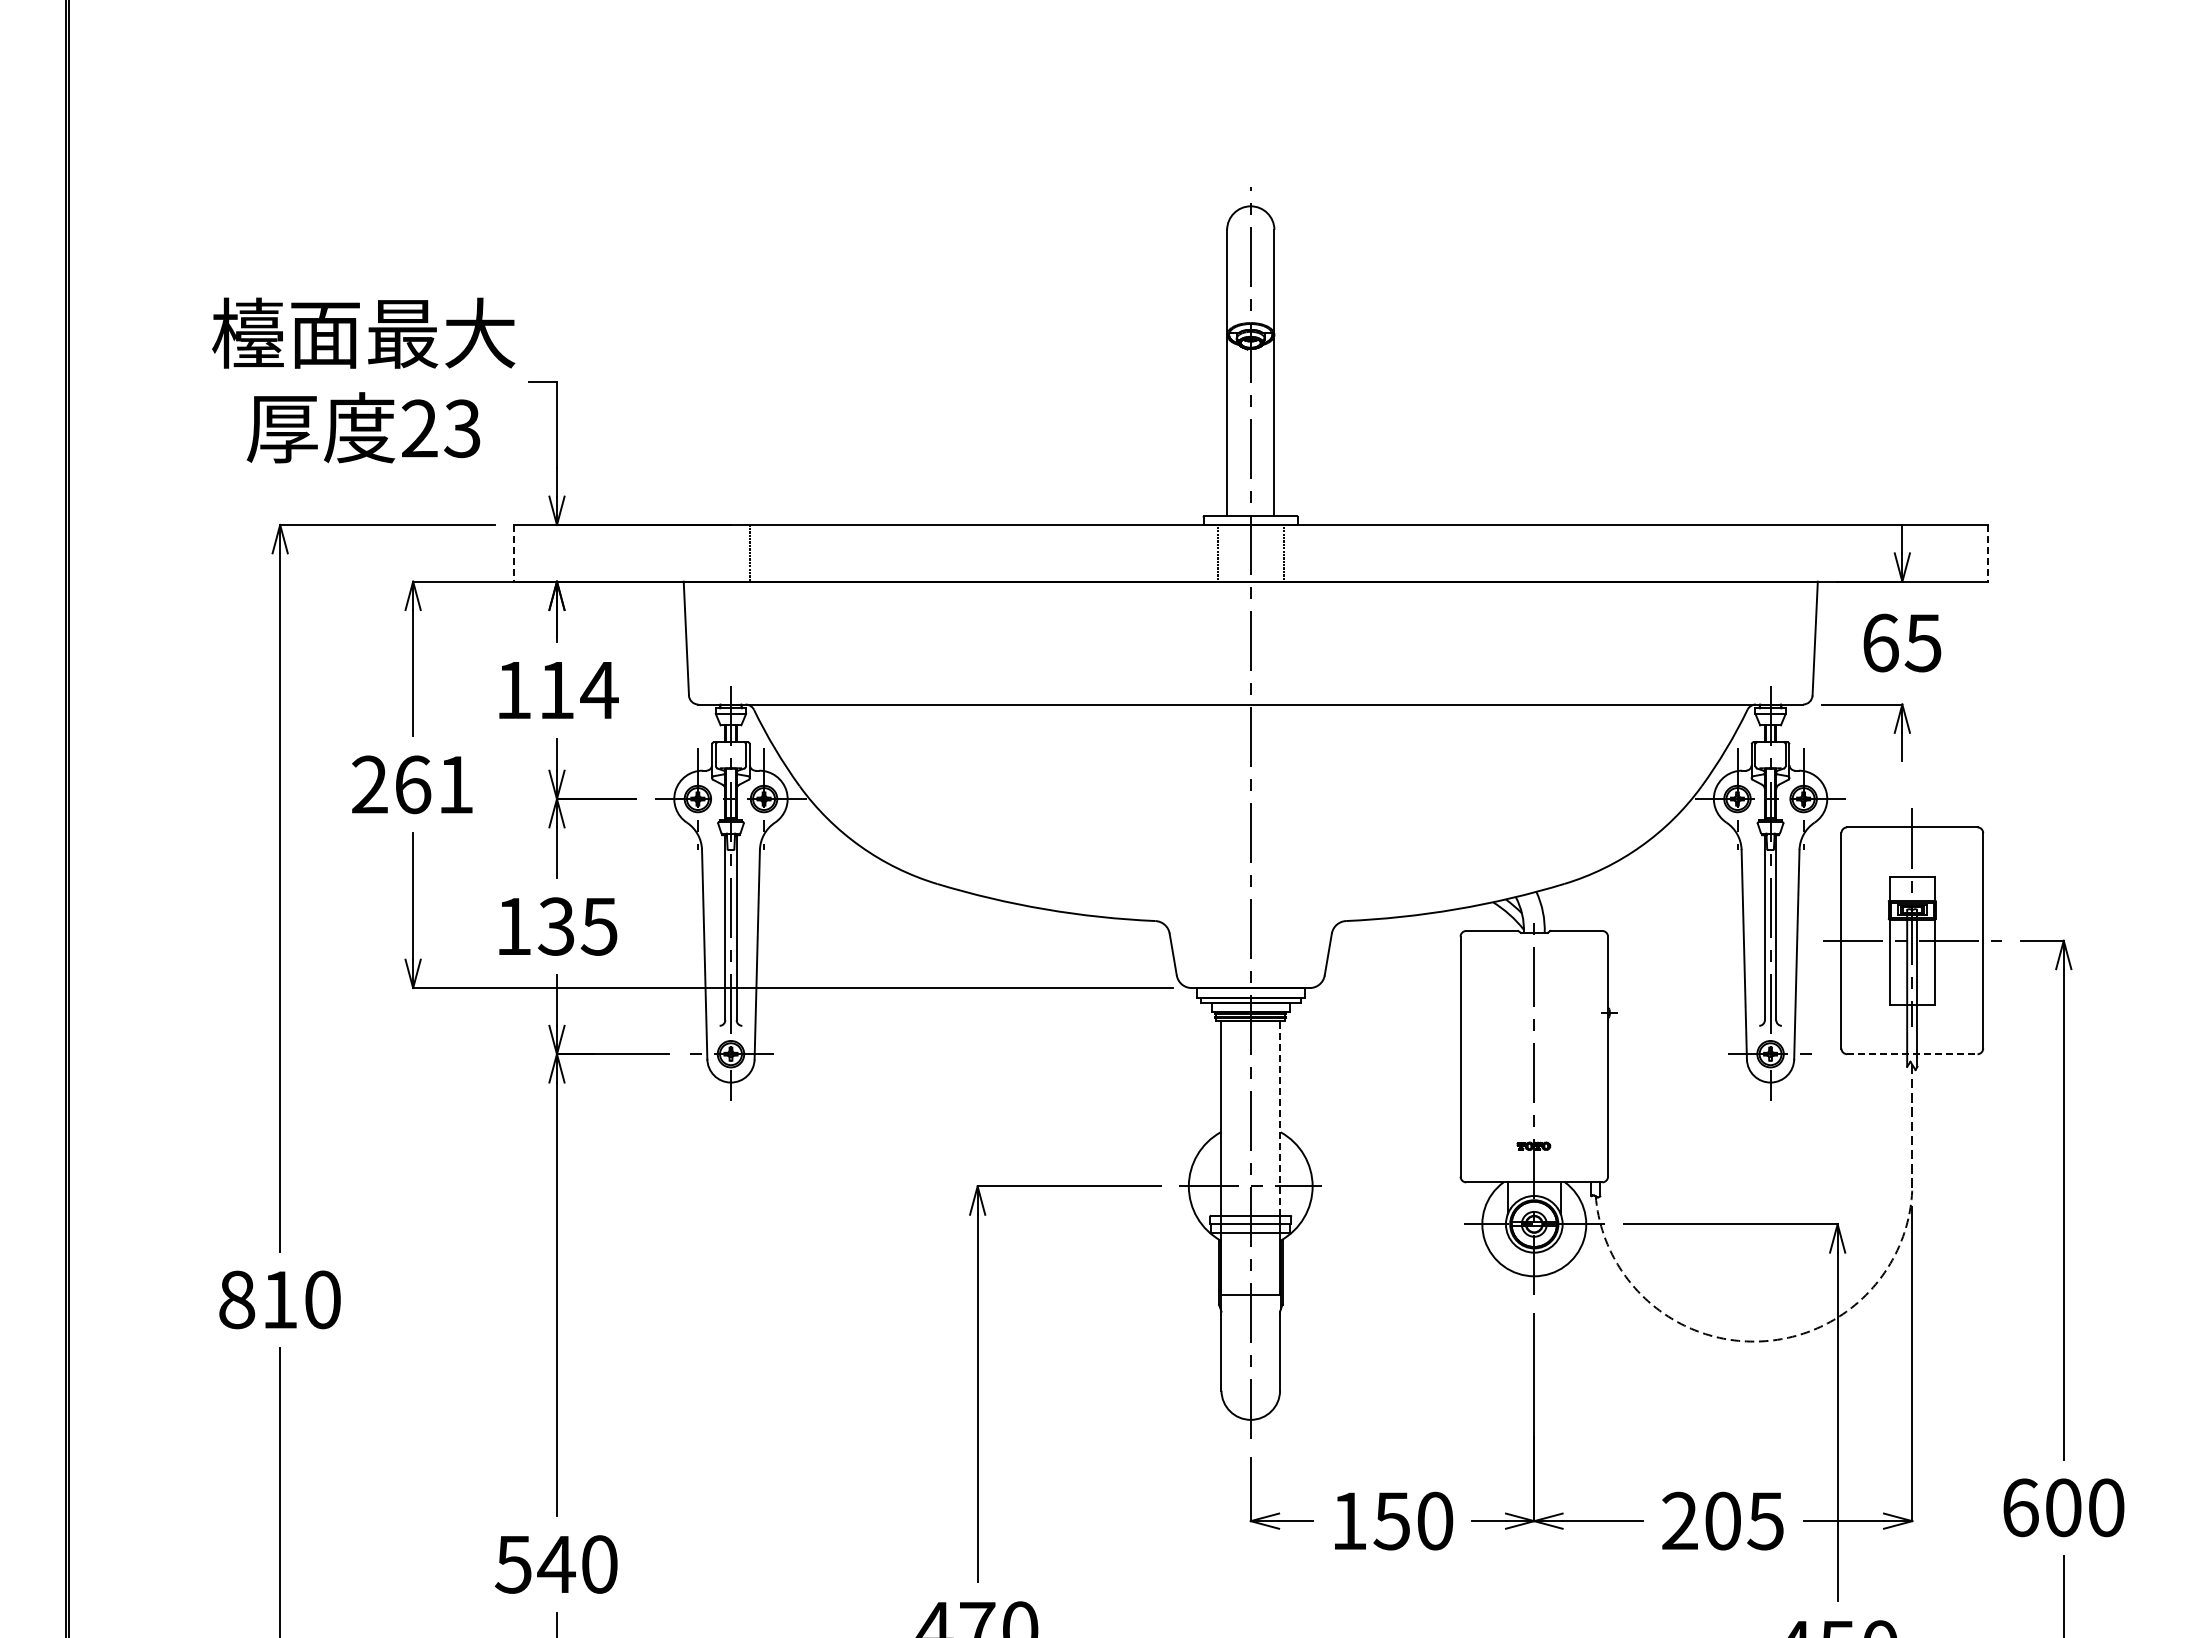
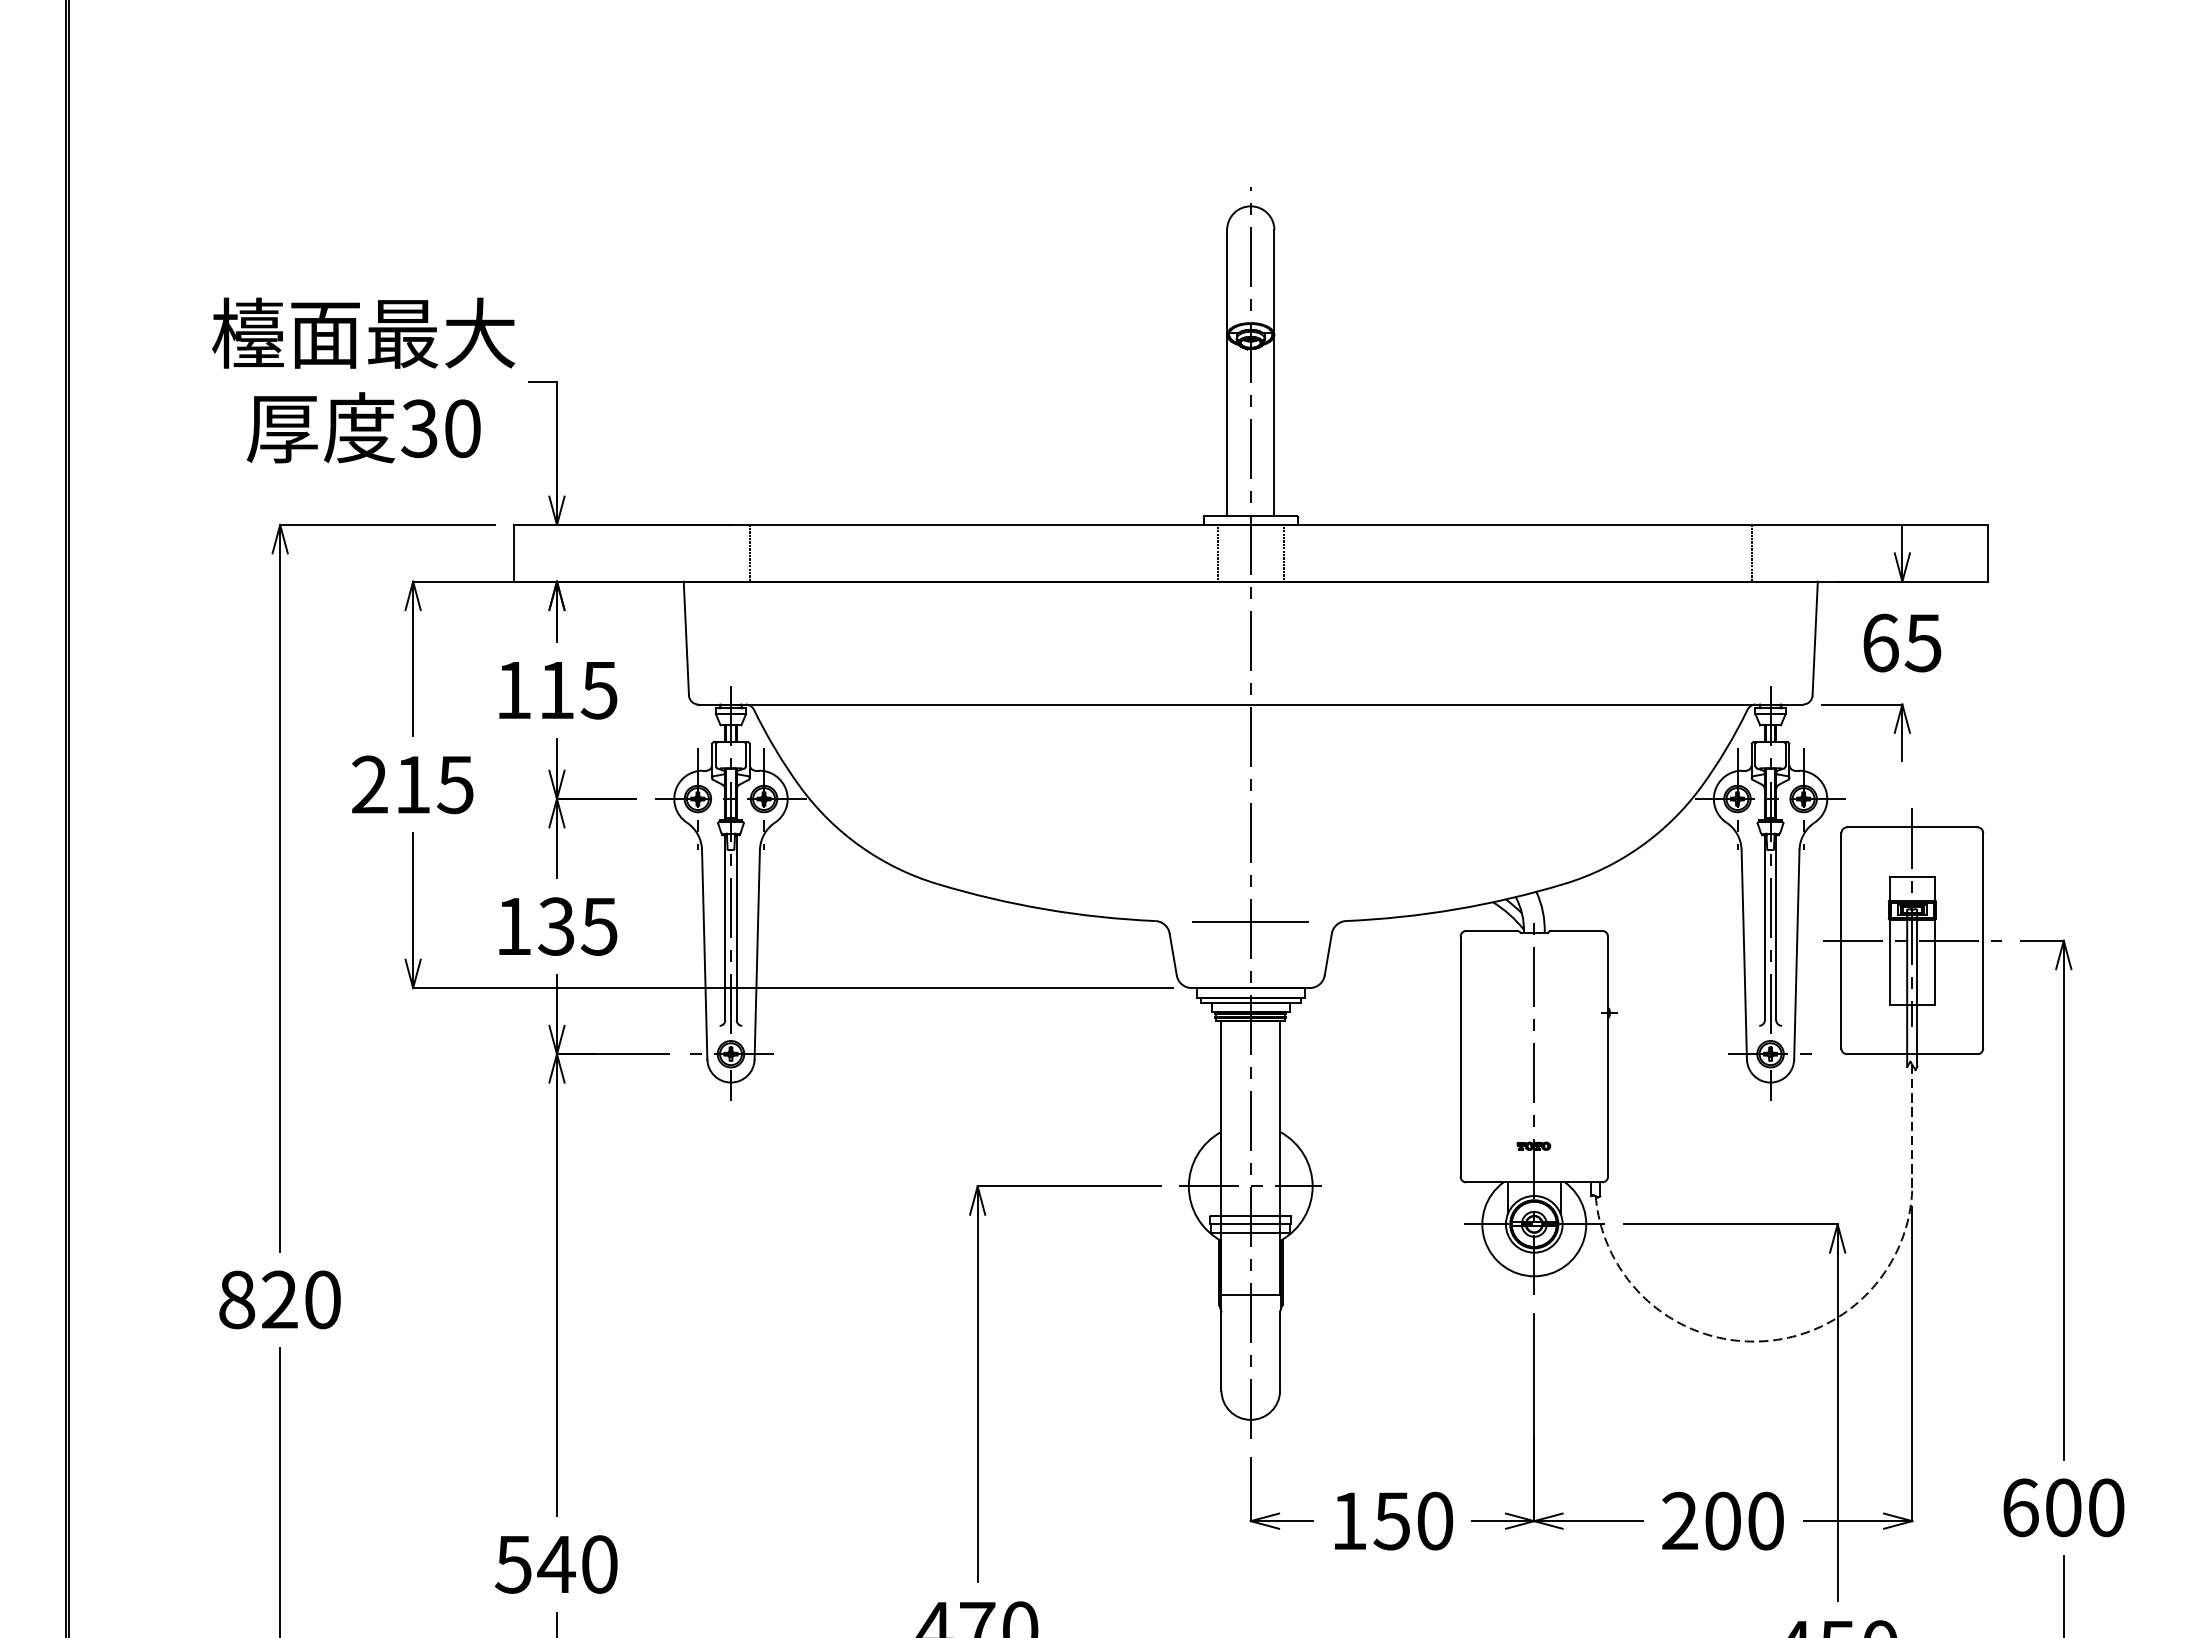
text at (440, 428): 23 -> 30
line at (1751, 552): none -> present
line at (513, 553): dashed -> solid
line at (1987, 553): dashed -> solid
text at (599, 690): 114 -> 115
text at (434, 784): 261 -> 215
line at (1250, 921): none -> present
line at (1912, 1054): dashed -> solid
line at (1280, 1118): dashed -> solid
text at (279, 1299): 810 -> 820
text at (1765, 1520): 205 -> 200
